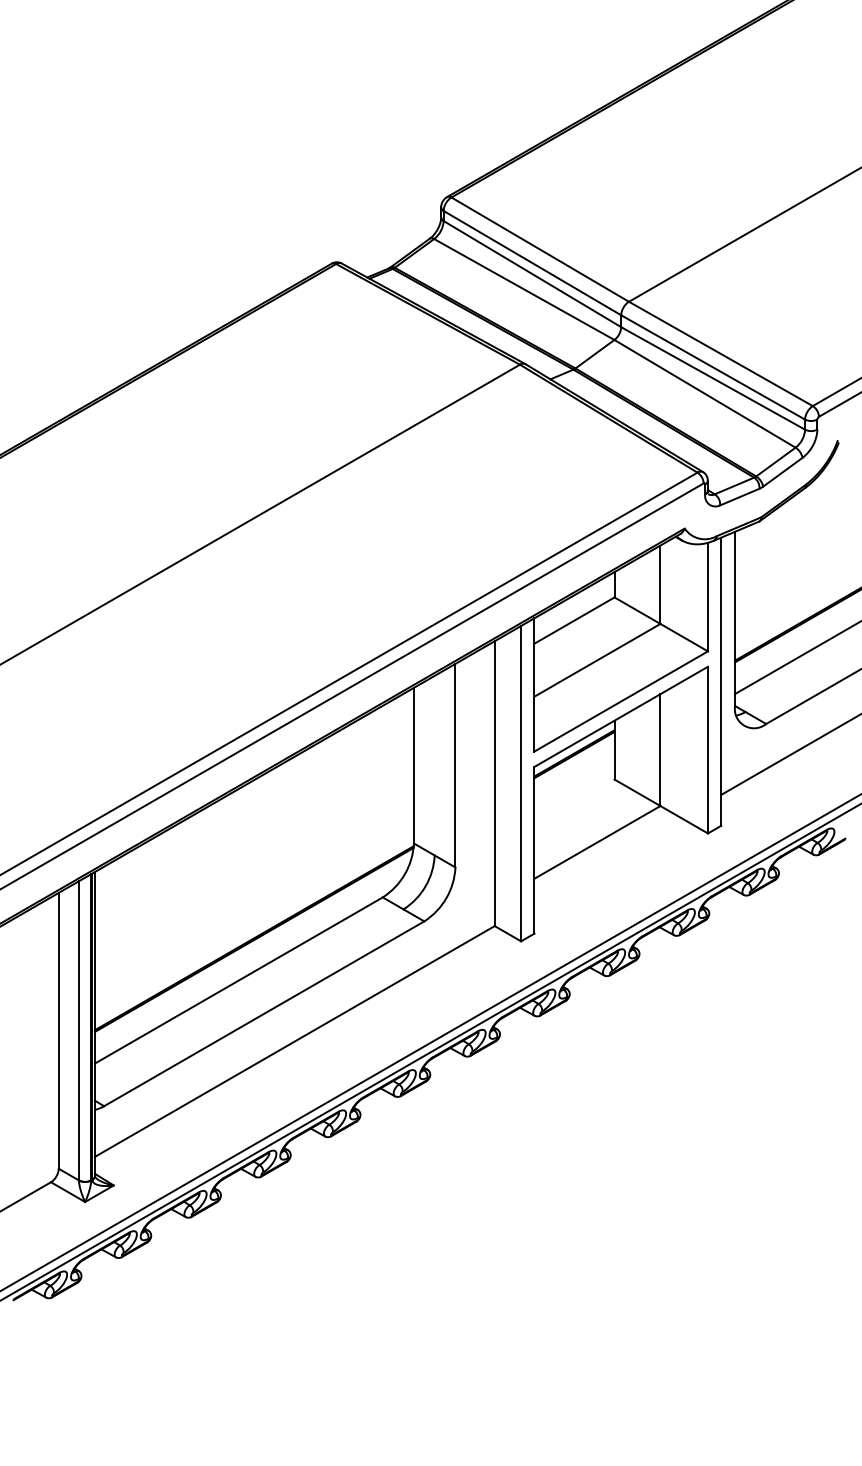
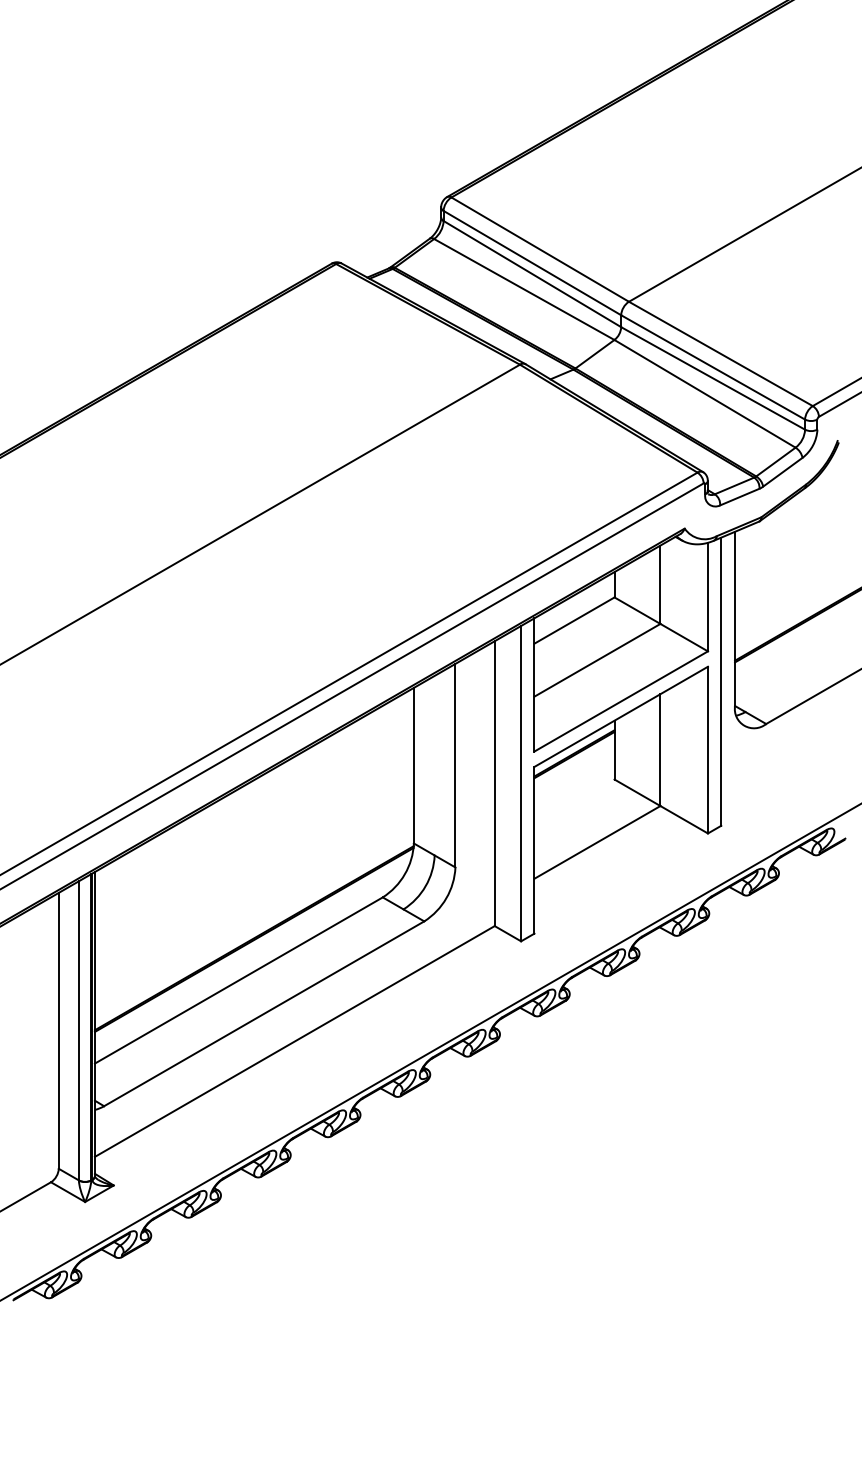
line at (796, 658): present -> none
line at (789, 754): present -> none
line at (430, 1042): present -> none
